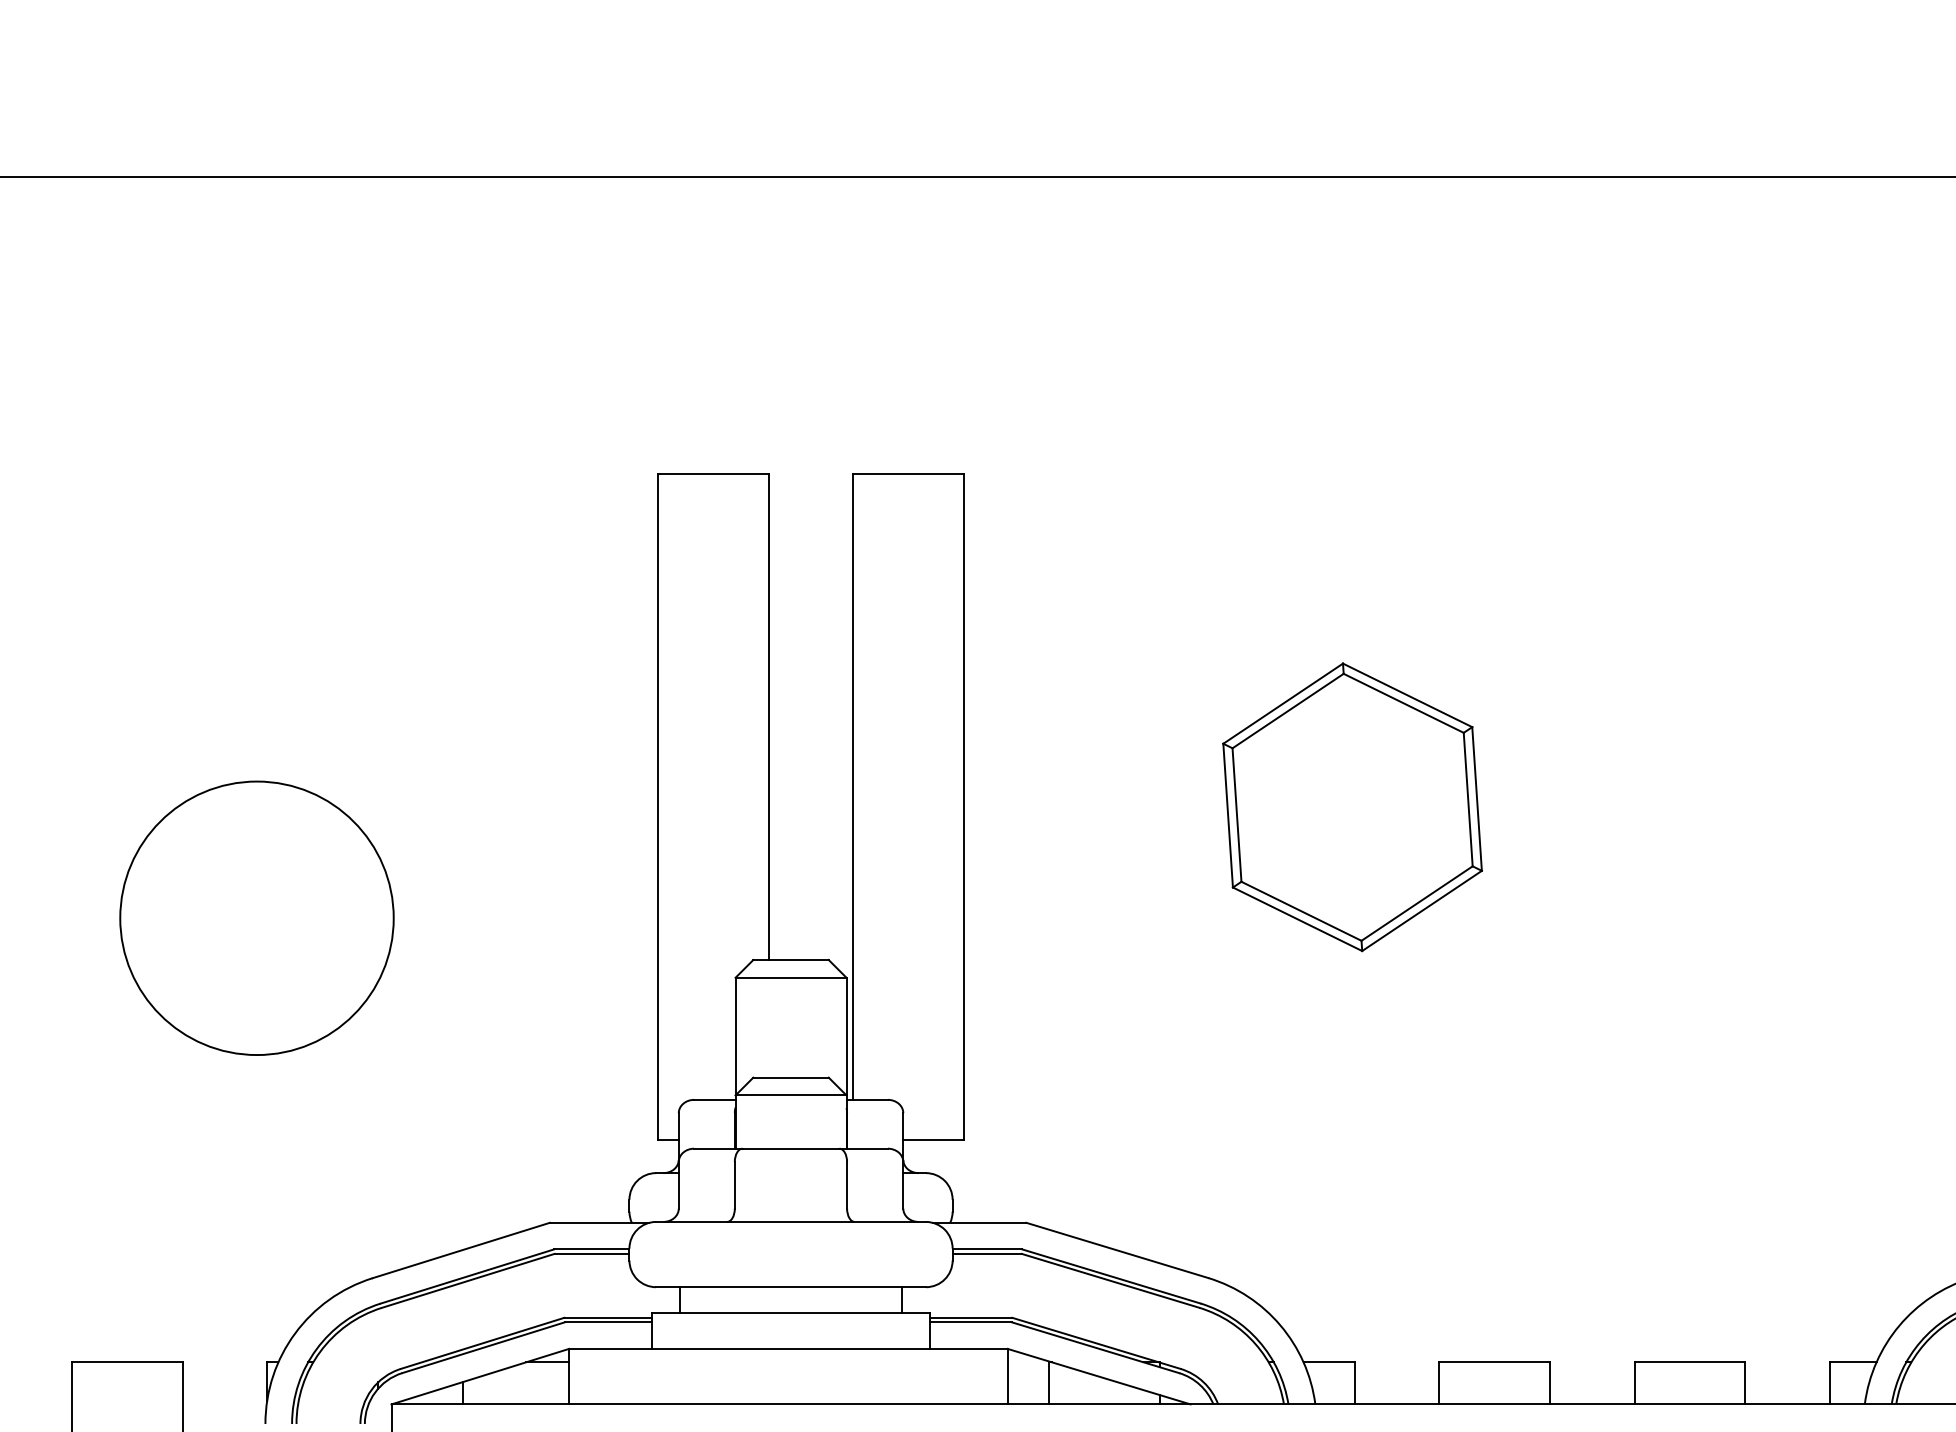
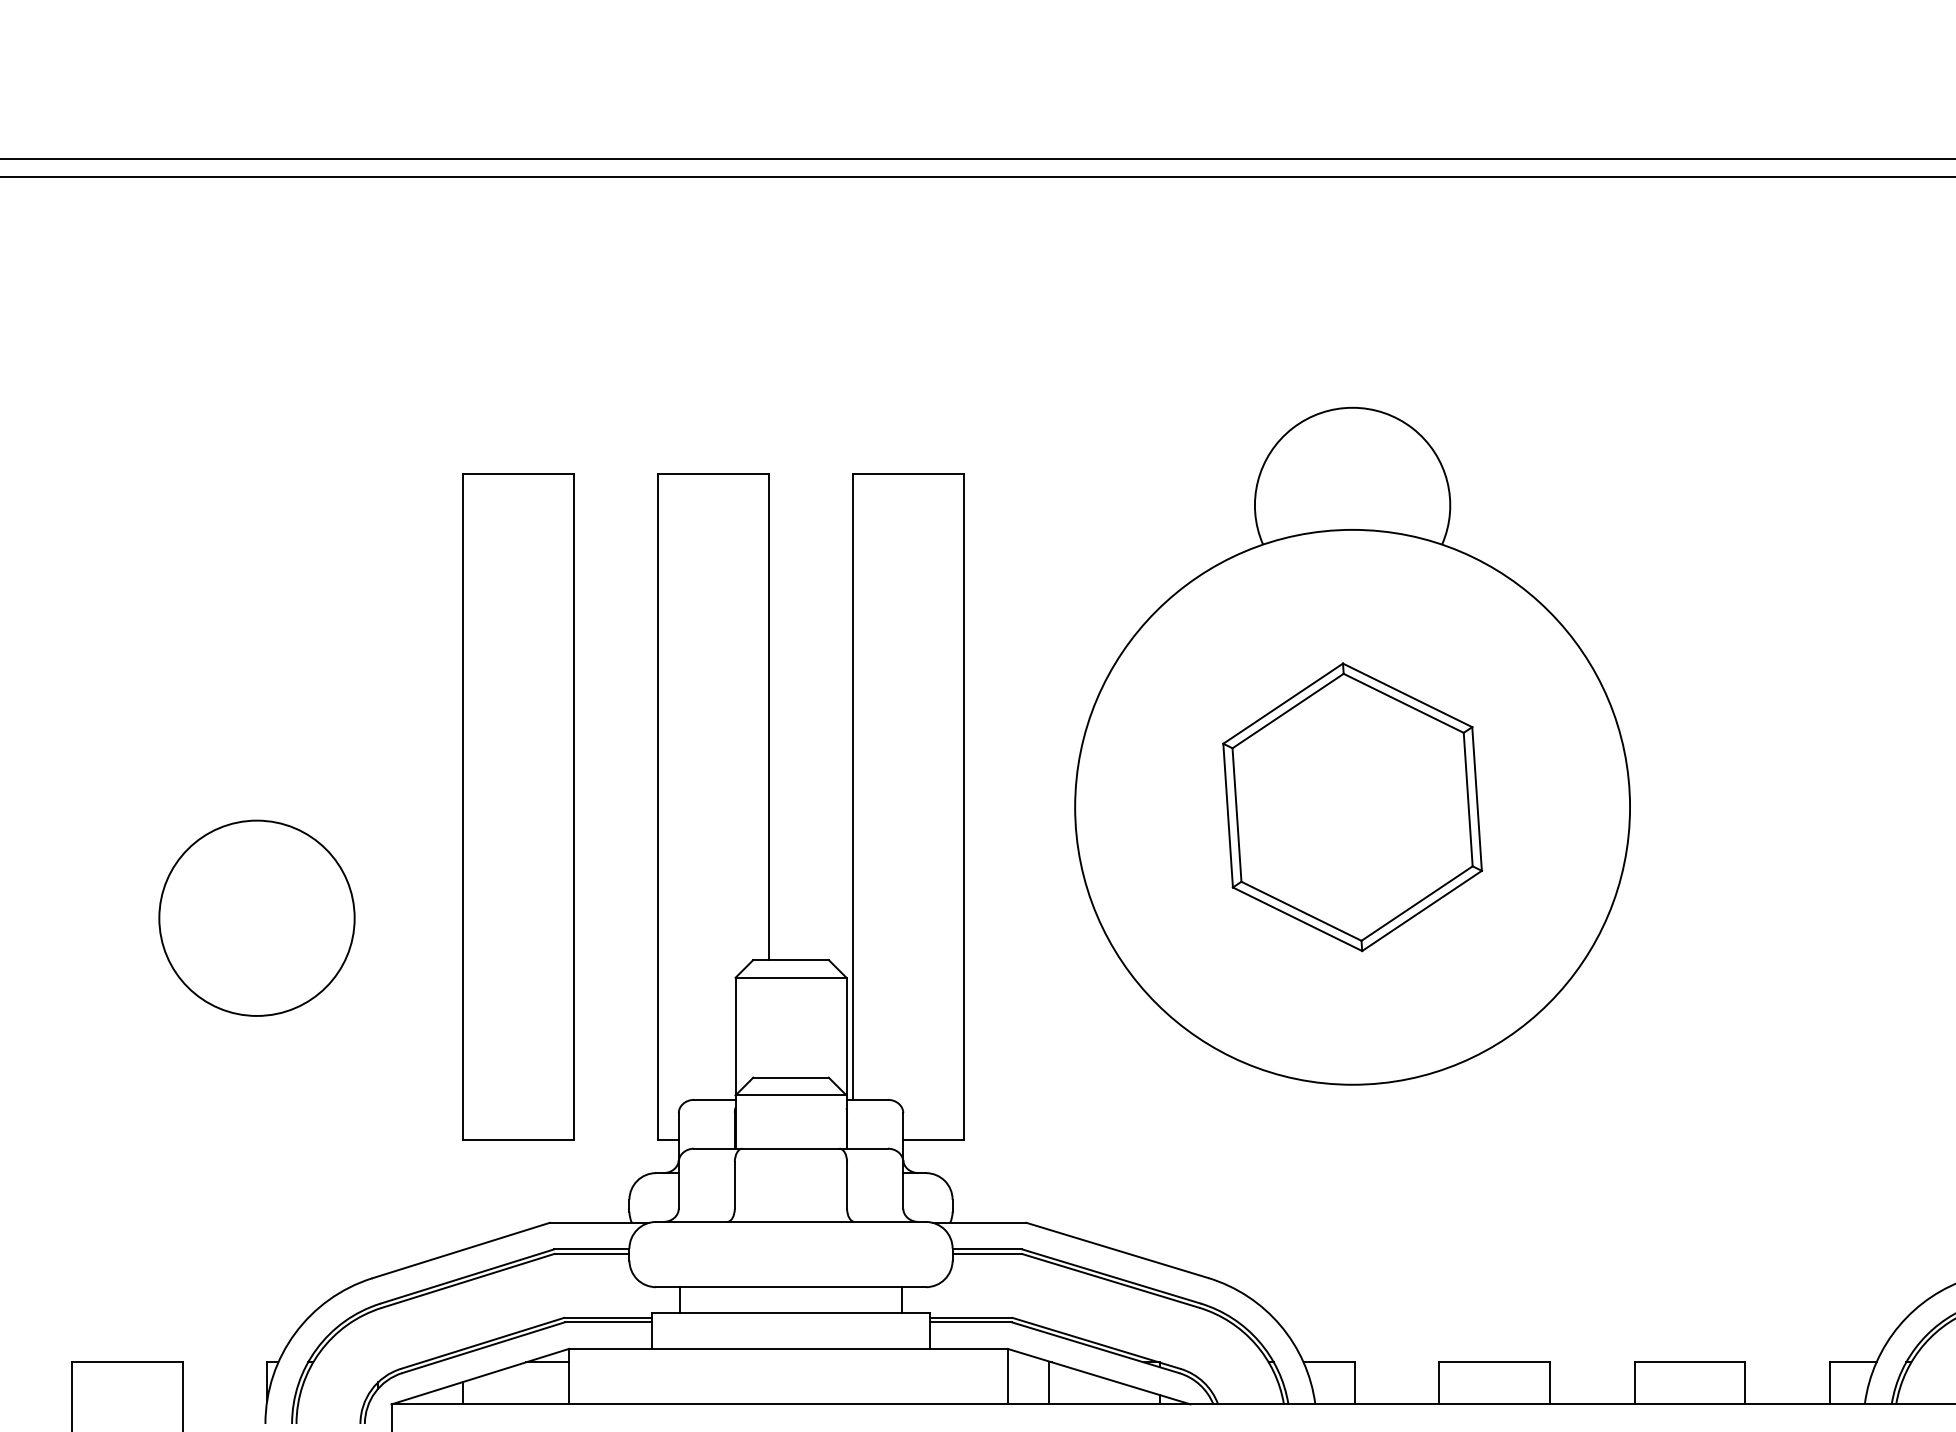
line at (977, 158): none -> present
part at (1352, 746): none -> present
part at (518, 806): none -> present
circle at (256, 918) diameter: 273 px -> 195 px
